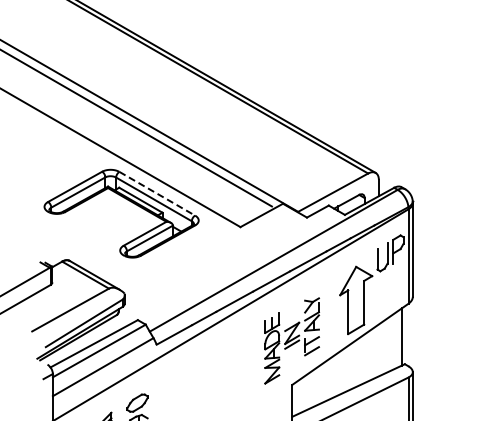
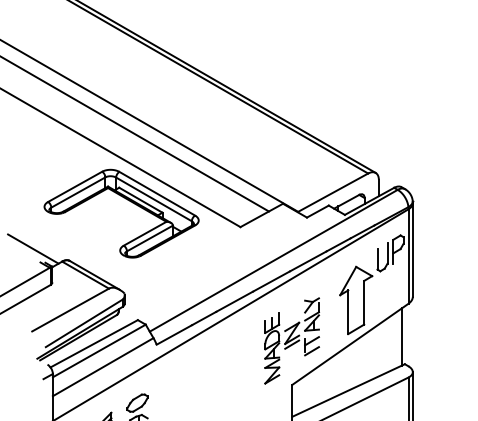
line at (136, 128) position: (136, 128) -> (135, 134)
line at (157, 193): dashed -> solid
line at (33, 248): none -> present
